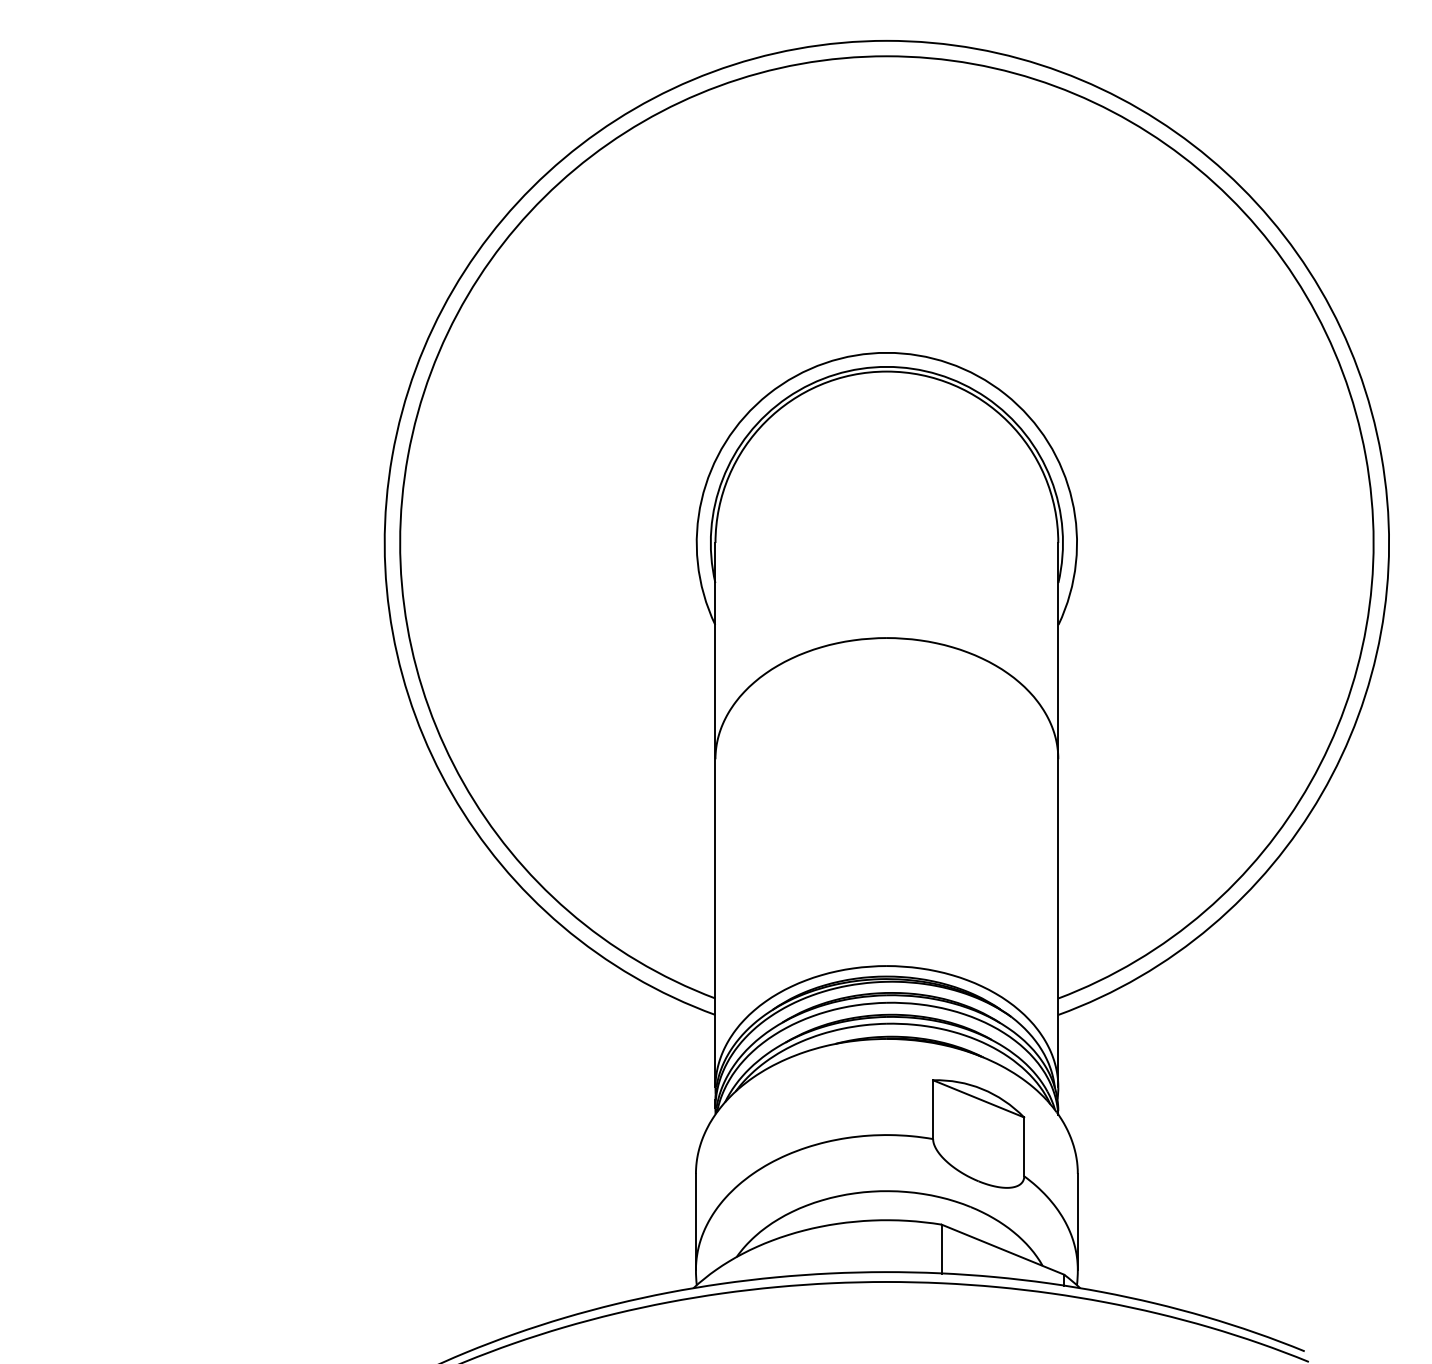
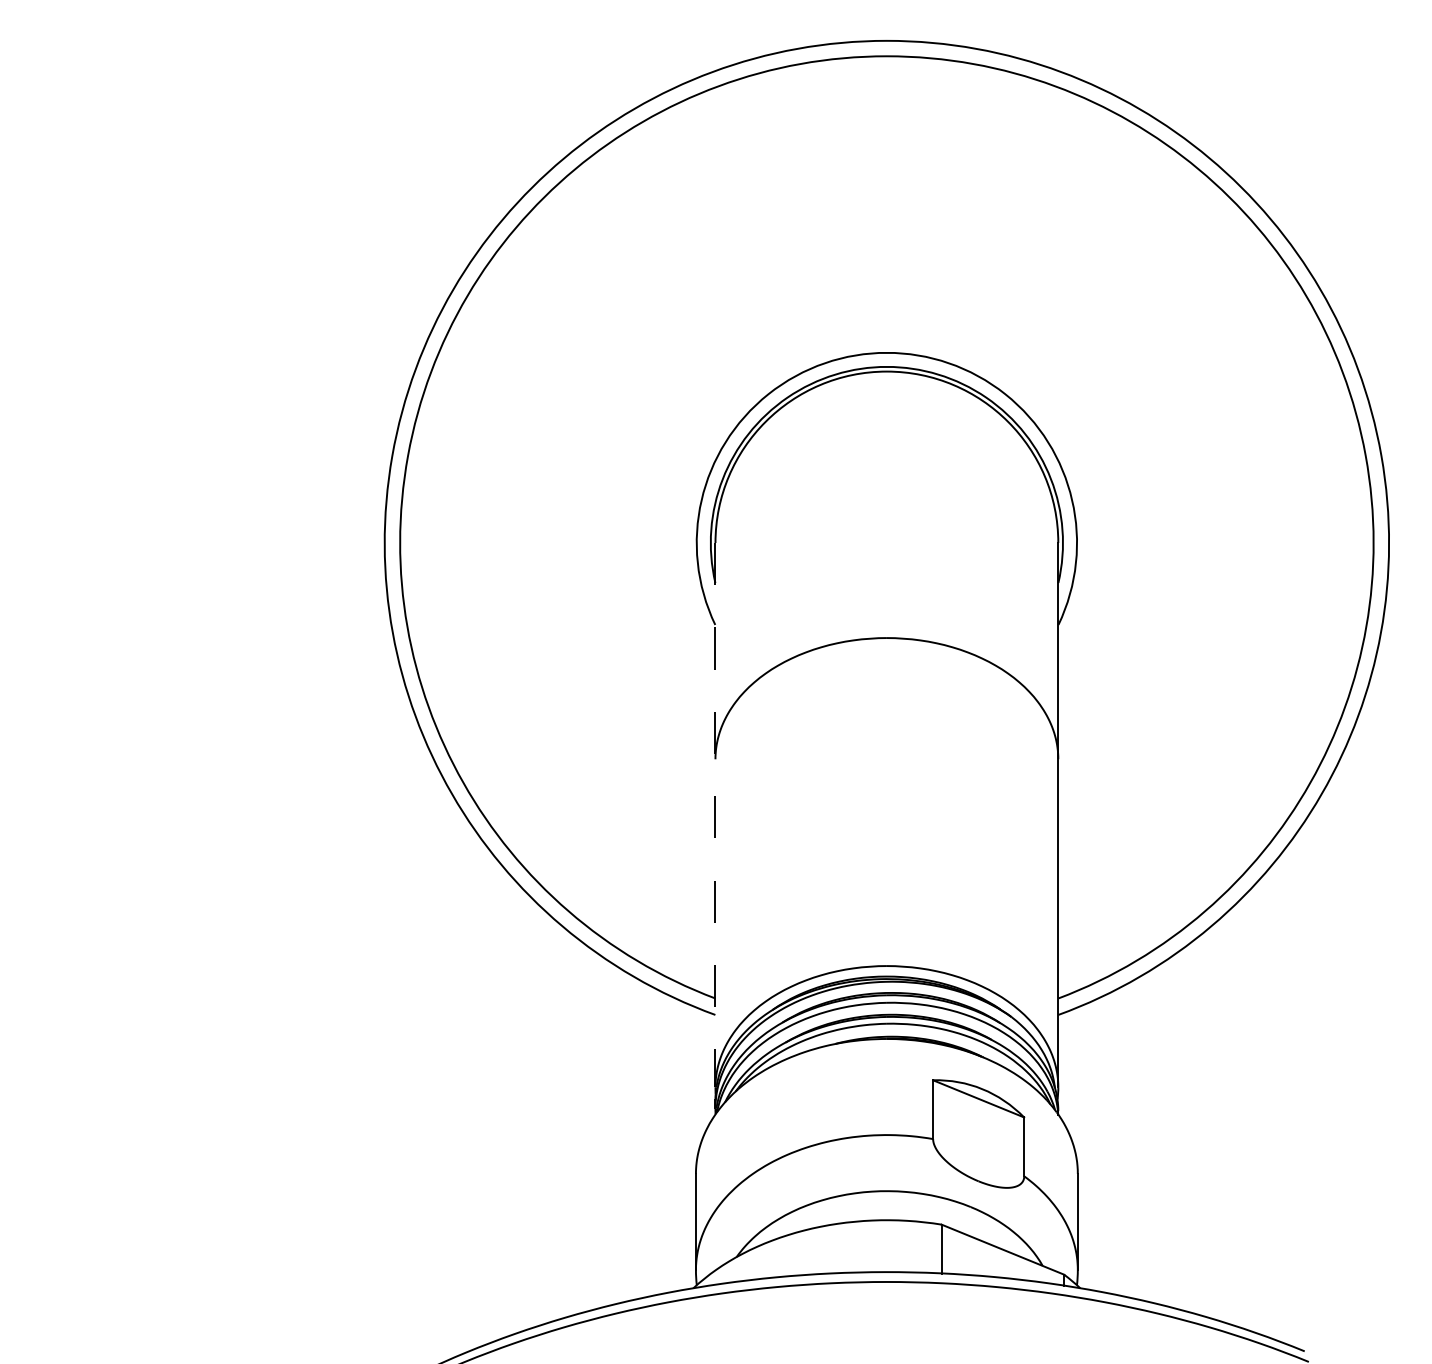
line at (715, 815): solid -> dashed
